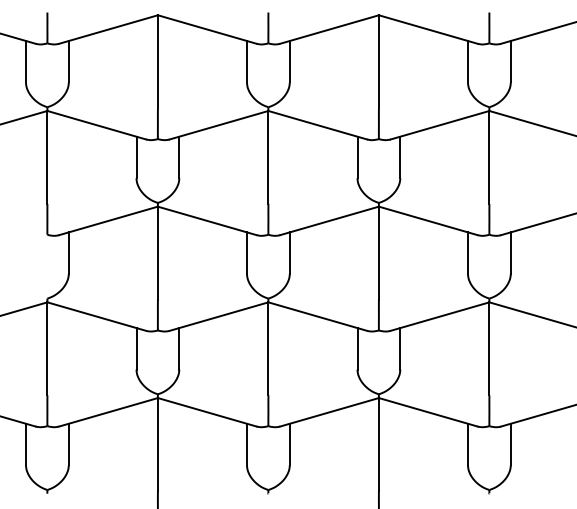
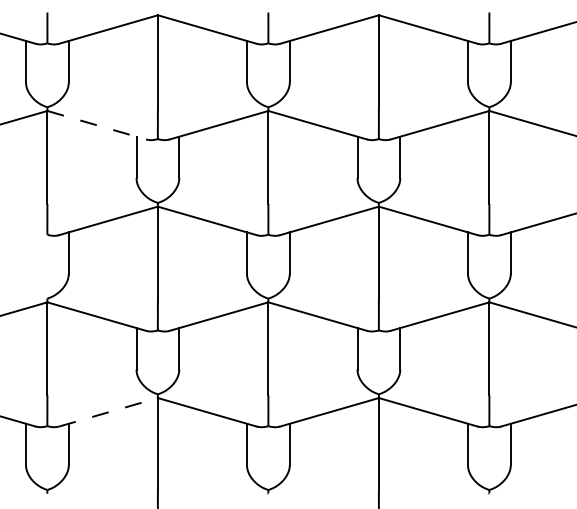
line at (97, 125): solid -> dashed
line at (109, 412): solid -> dashed
